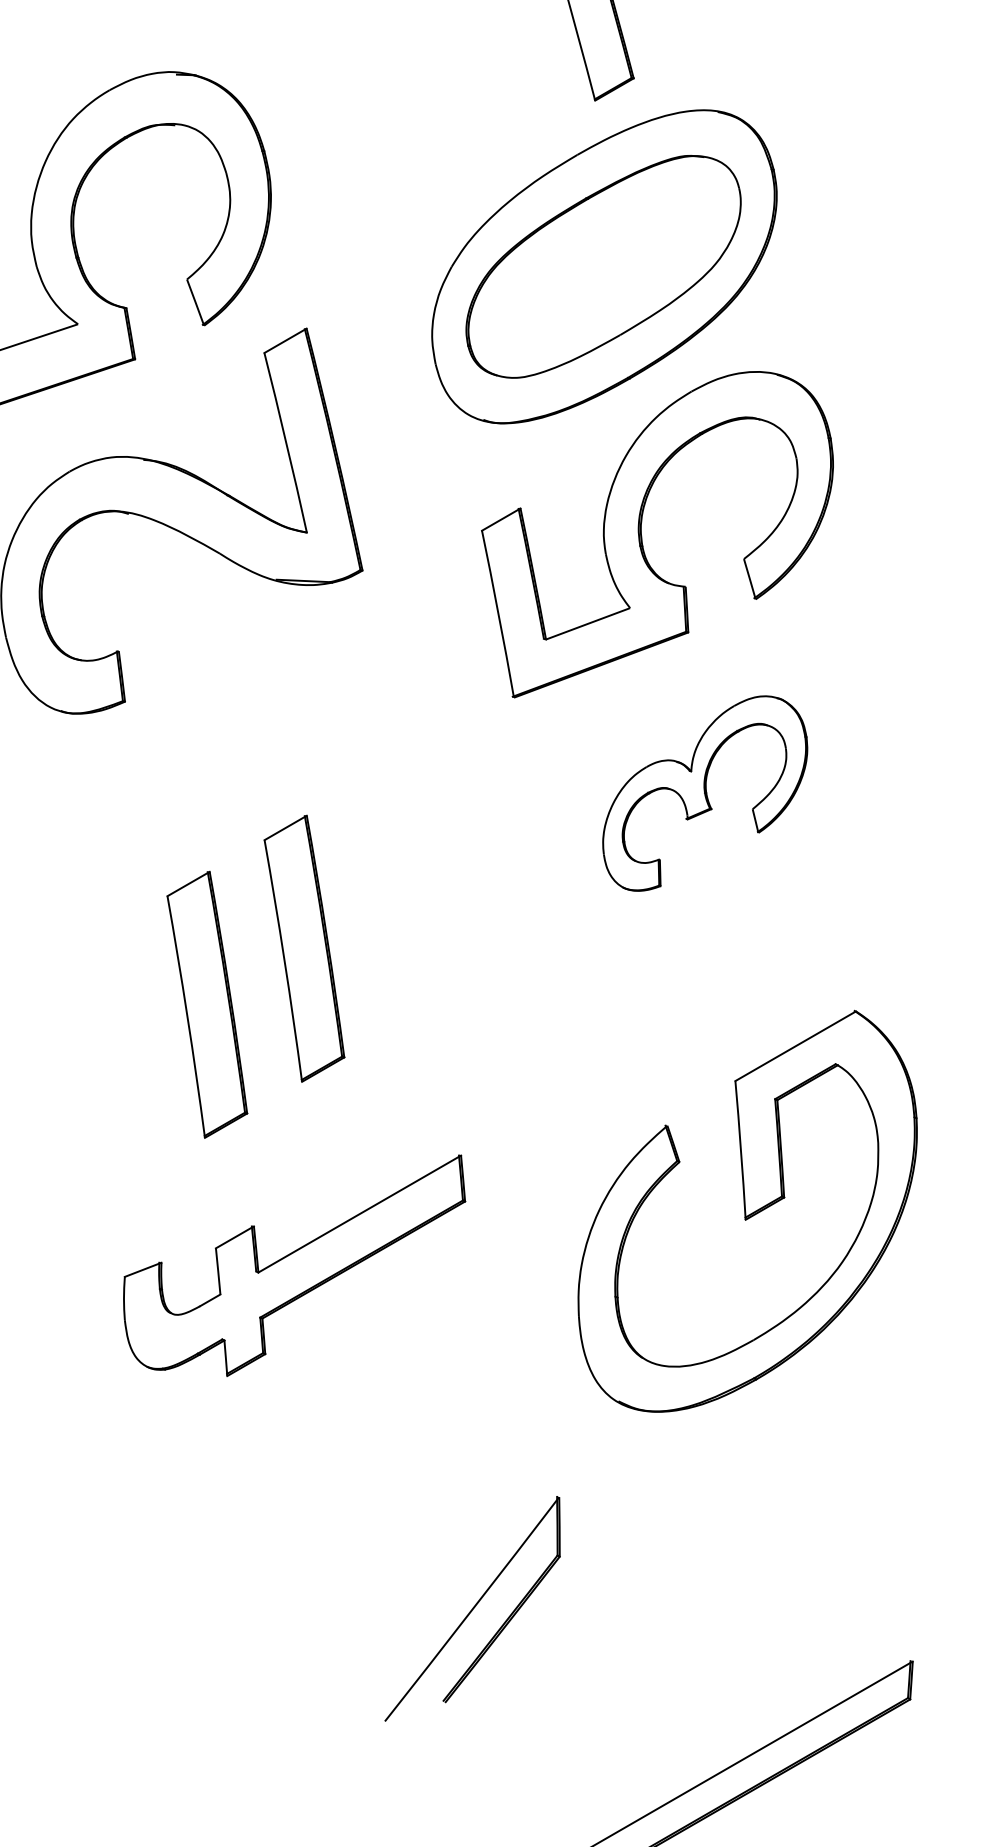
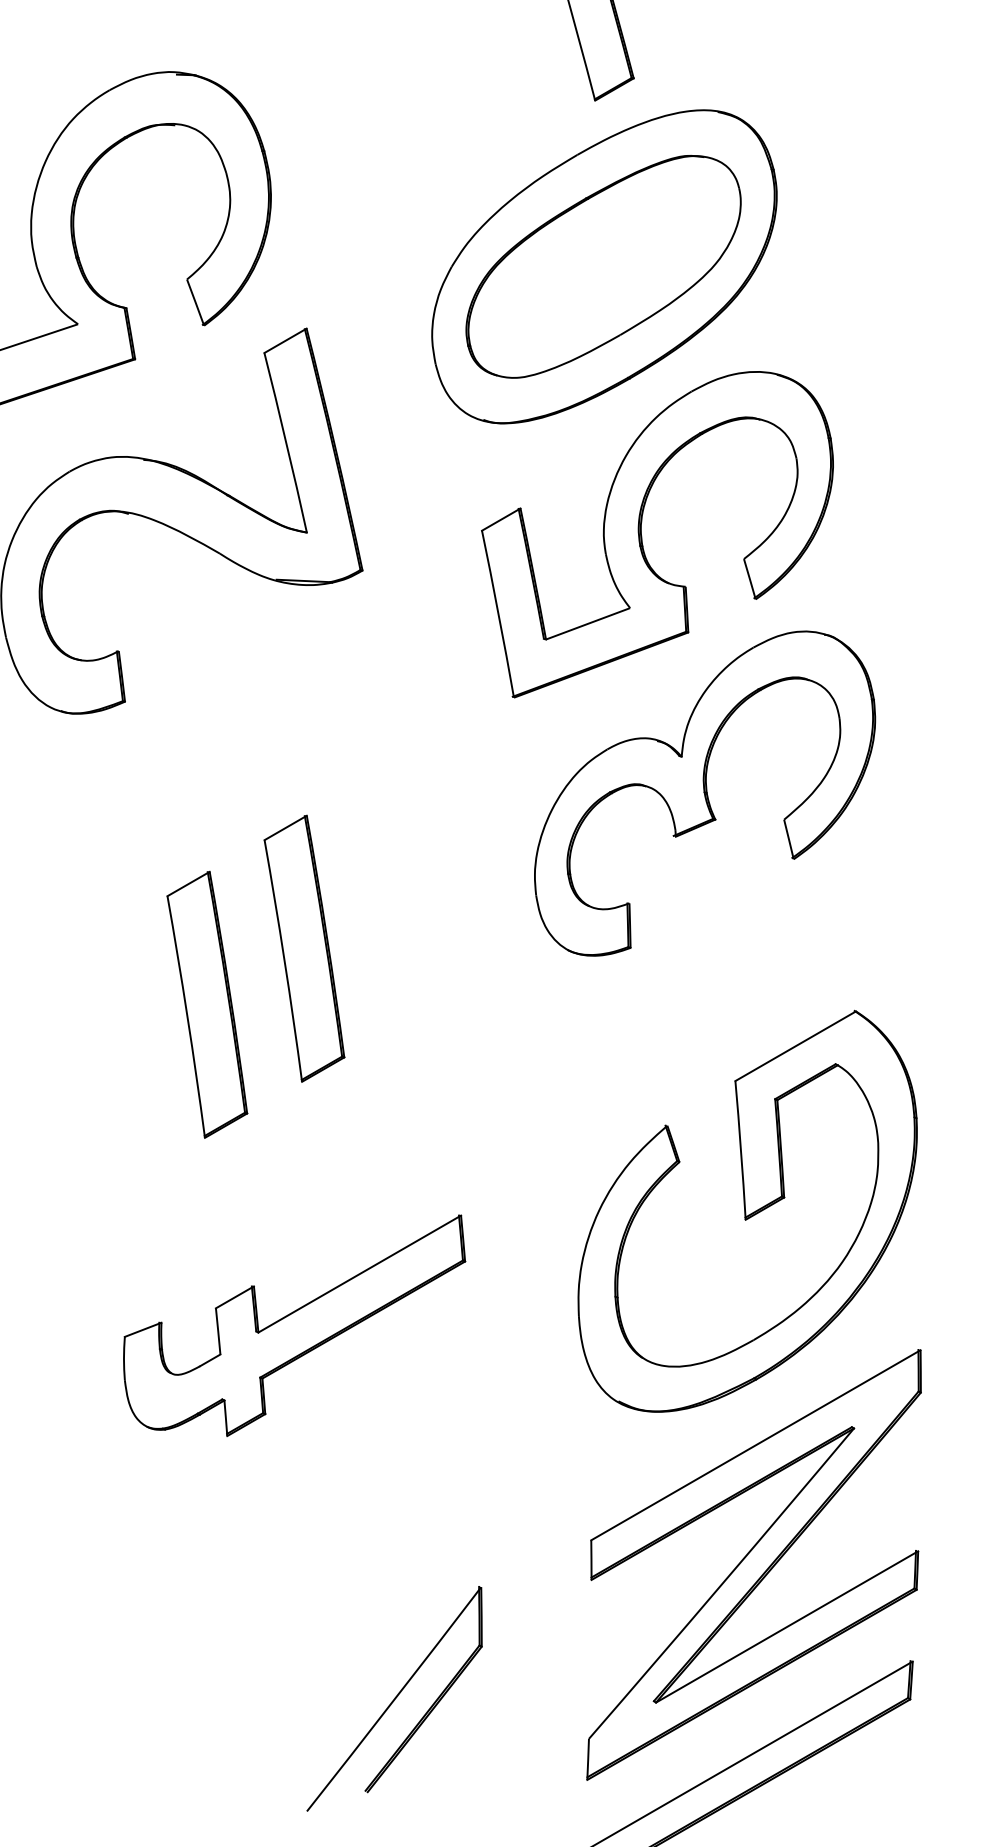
part at (705, 793) size: 207x197 px -> 343x327 px
part at (294, 1265) position: (294, 1265) -> (294, 1325)
part at (753, 1564): none -> present
part at (472, 1608) position: (472, 1608) -> (394, 1698)
